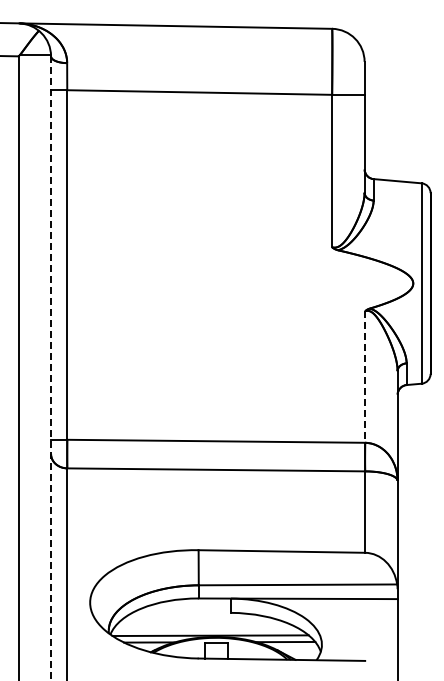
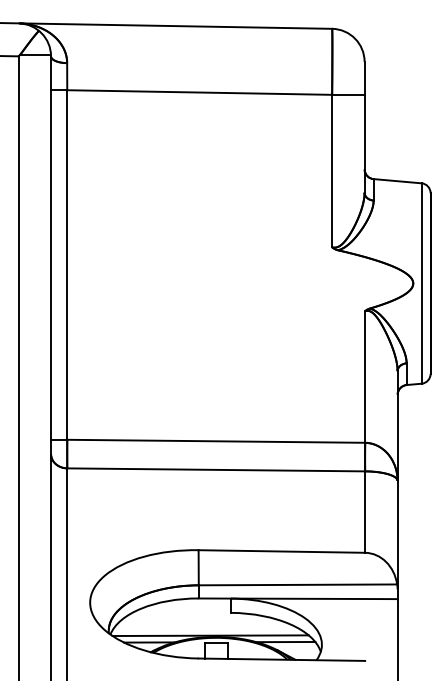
line at (51, 368): dashed -> solid
line at (365, 377): dashed -> solid
